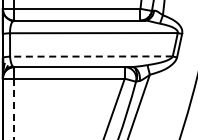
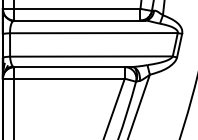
line at (90, 56): dashed -> solid
line at (14, 109): dashed -> solid
